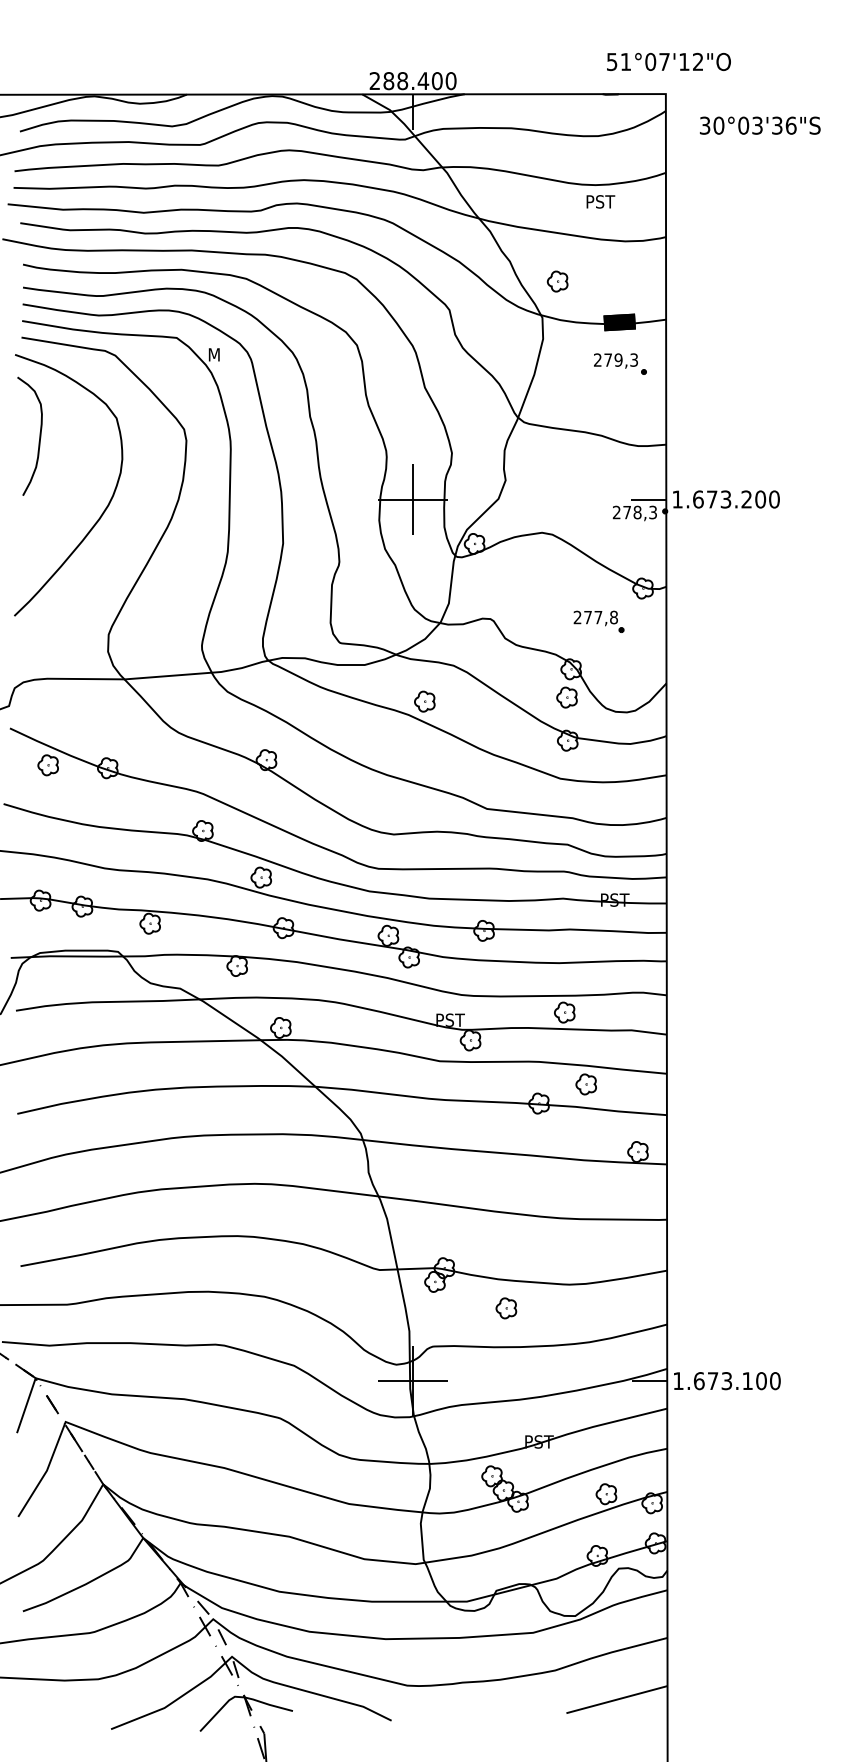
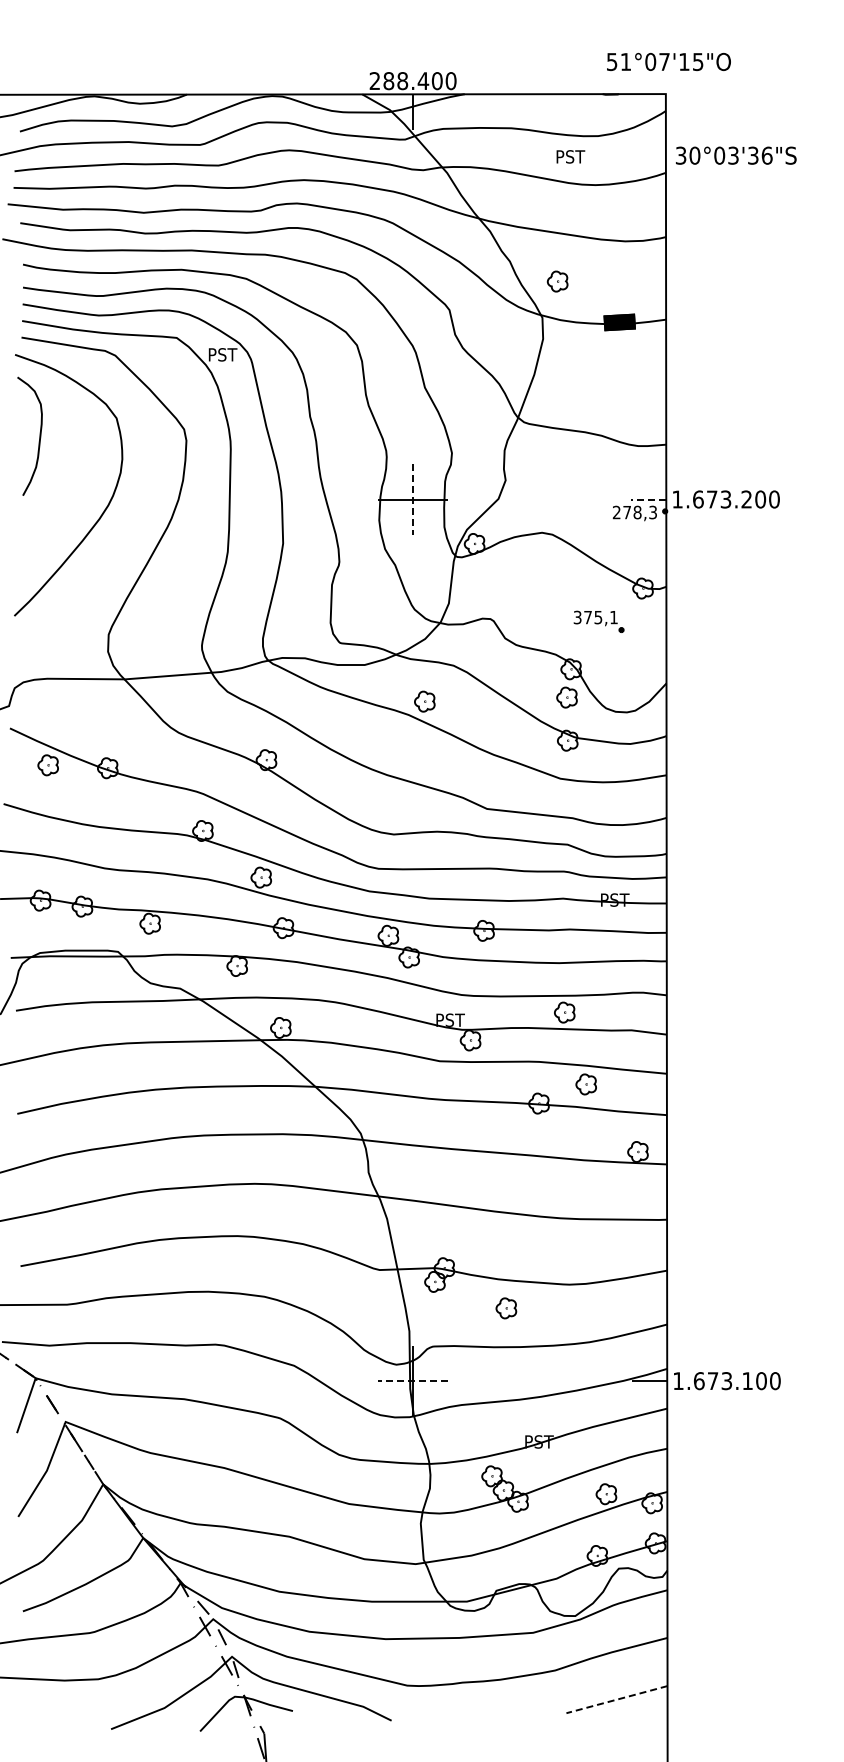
text at (698, 61): 51°07'12"O -> 51°07'15"O
text at (760, 125) position: (760, 125) -> (736, 155)
text at (600, 201) position: (600, 201) -> (570, 156)
text at (223, 354): M -> PST
part at (620, 363): present -> none
line at (648, 499): solid -> dashed
line at (413, 500): solid -> dashed
text at (595, 617): 277,8 -> 375,1
line at (412, 1381): solid -> dashed
line at (616, 1699): solid -> dashed
